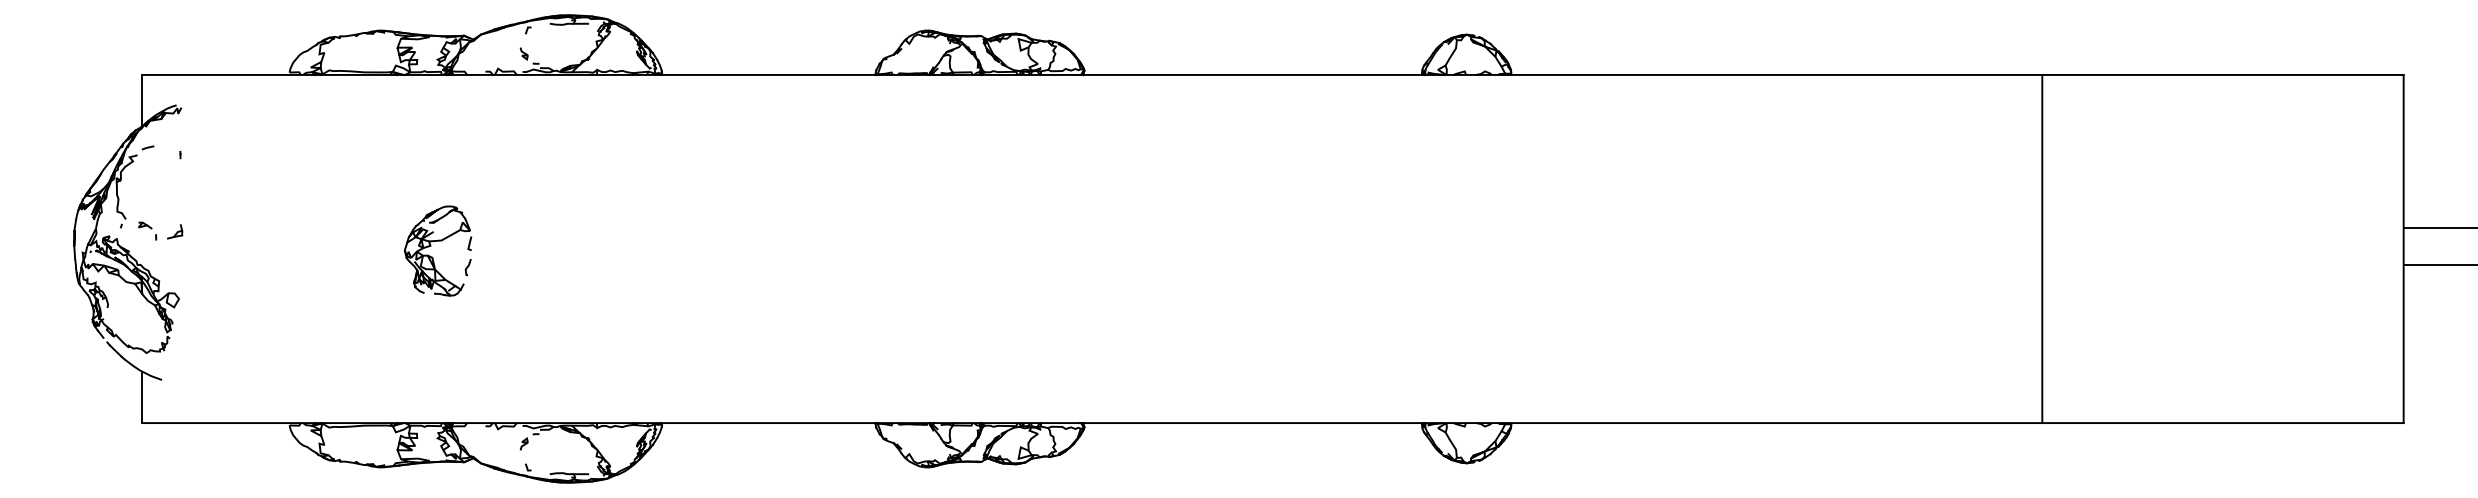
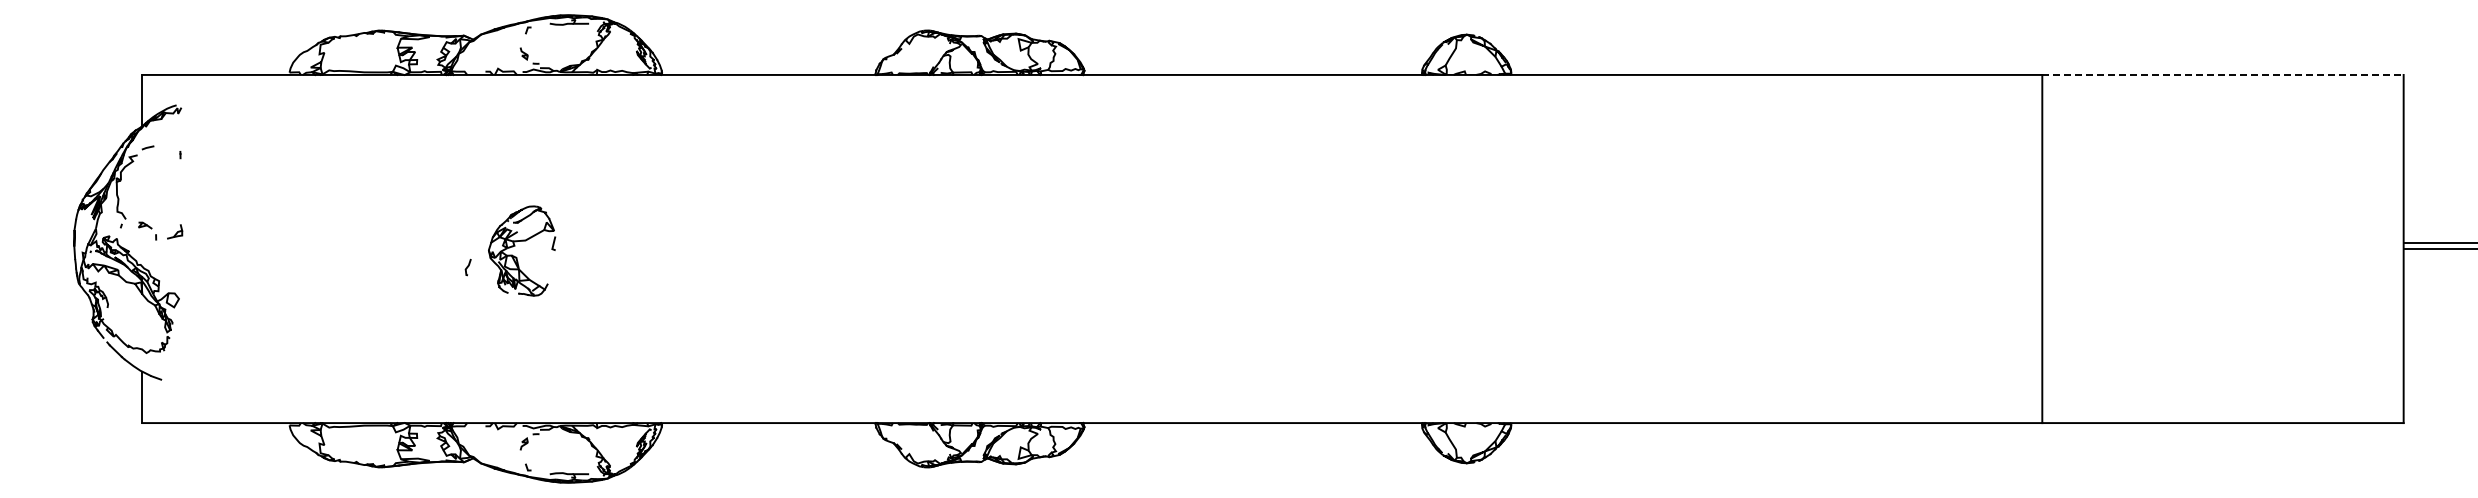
line at (2222, 74): solid -> dashed
line at (2438, 227) position: (2438, 227) -> (2438, 242)
part at (431, 246) position: (431, 246) -> (515, 246)
line at (2438, 265) position: (2438, 265) -> (2438, 249)
